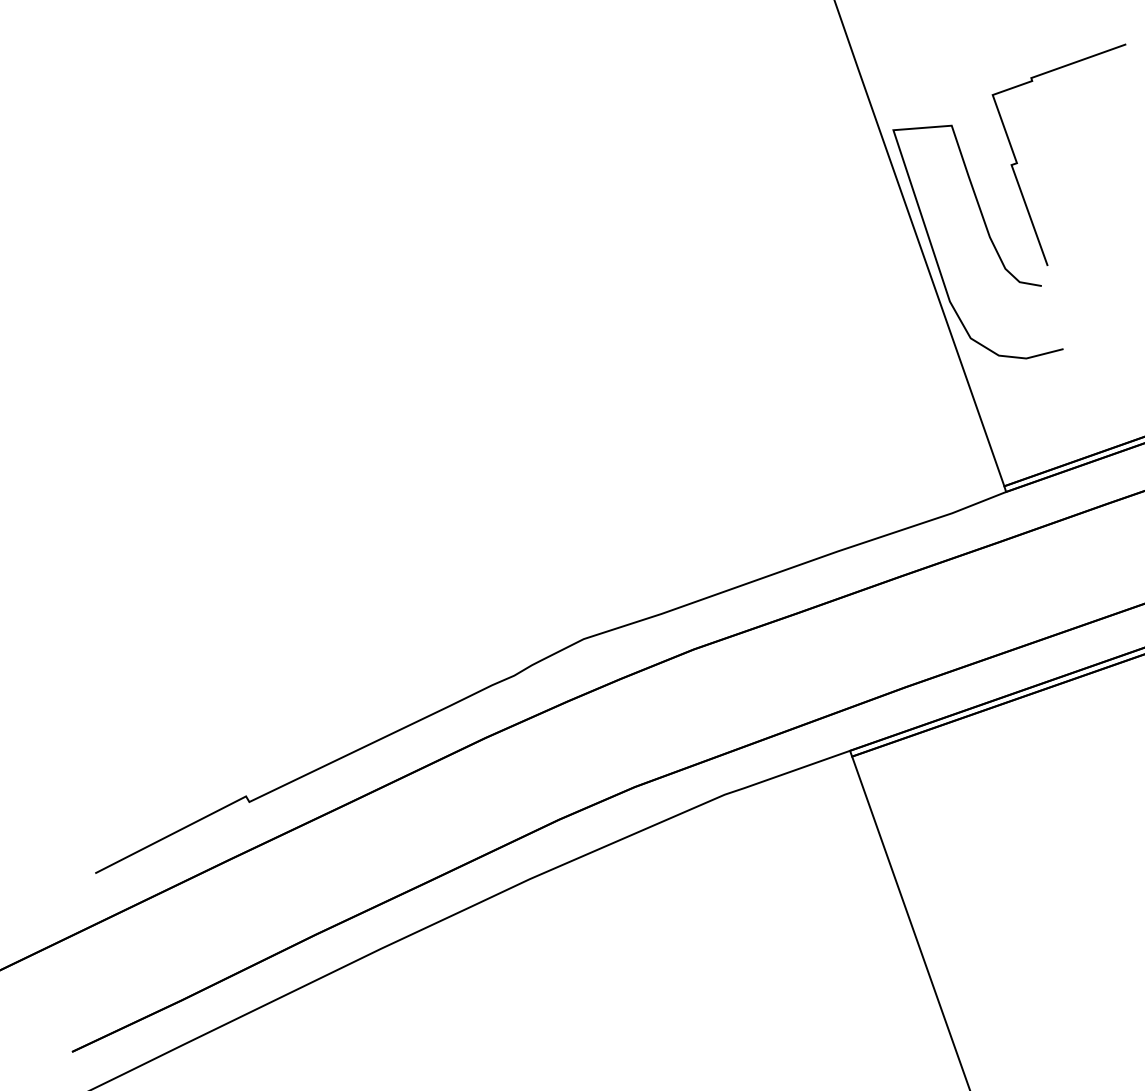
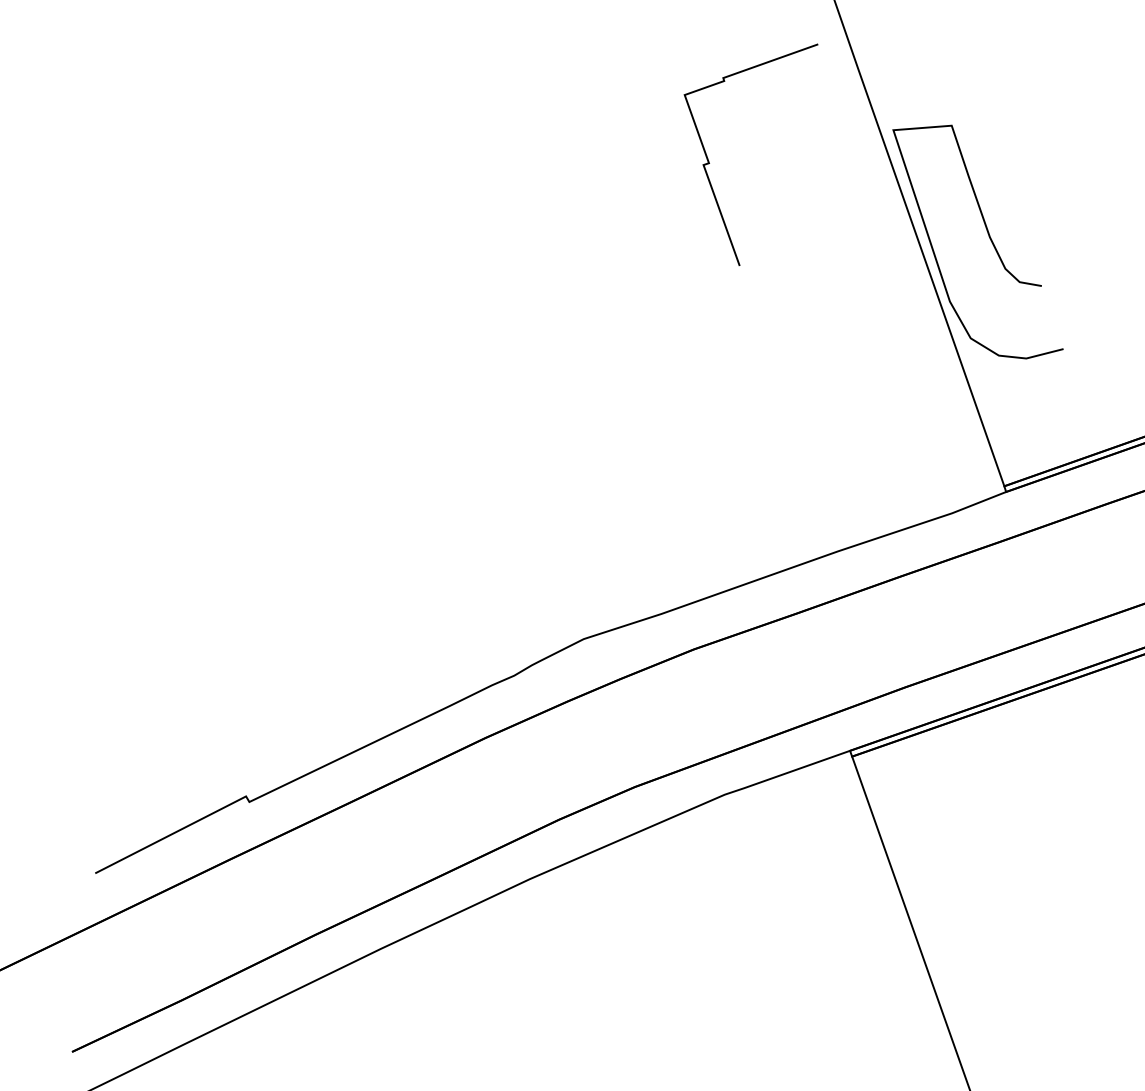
curve at (1017, 161) position: (1017, 161) -> (709, 161)
